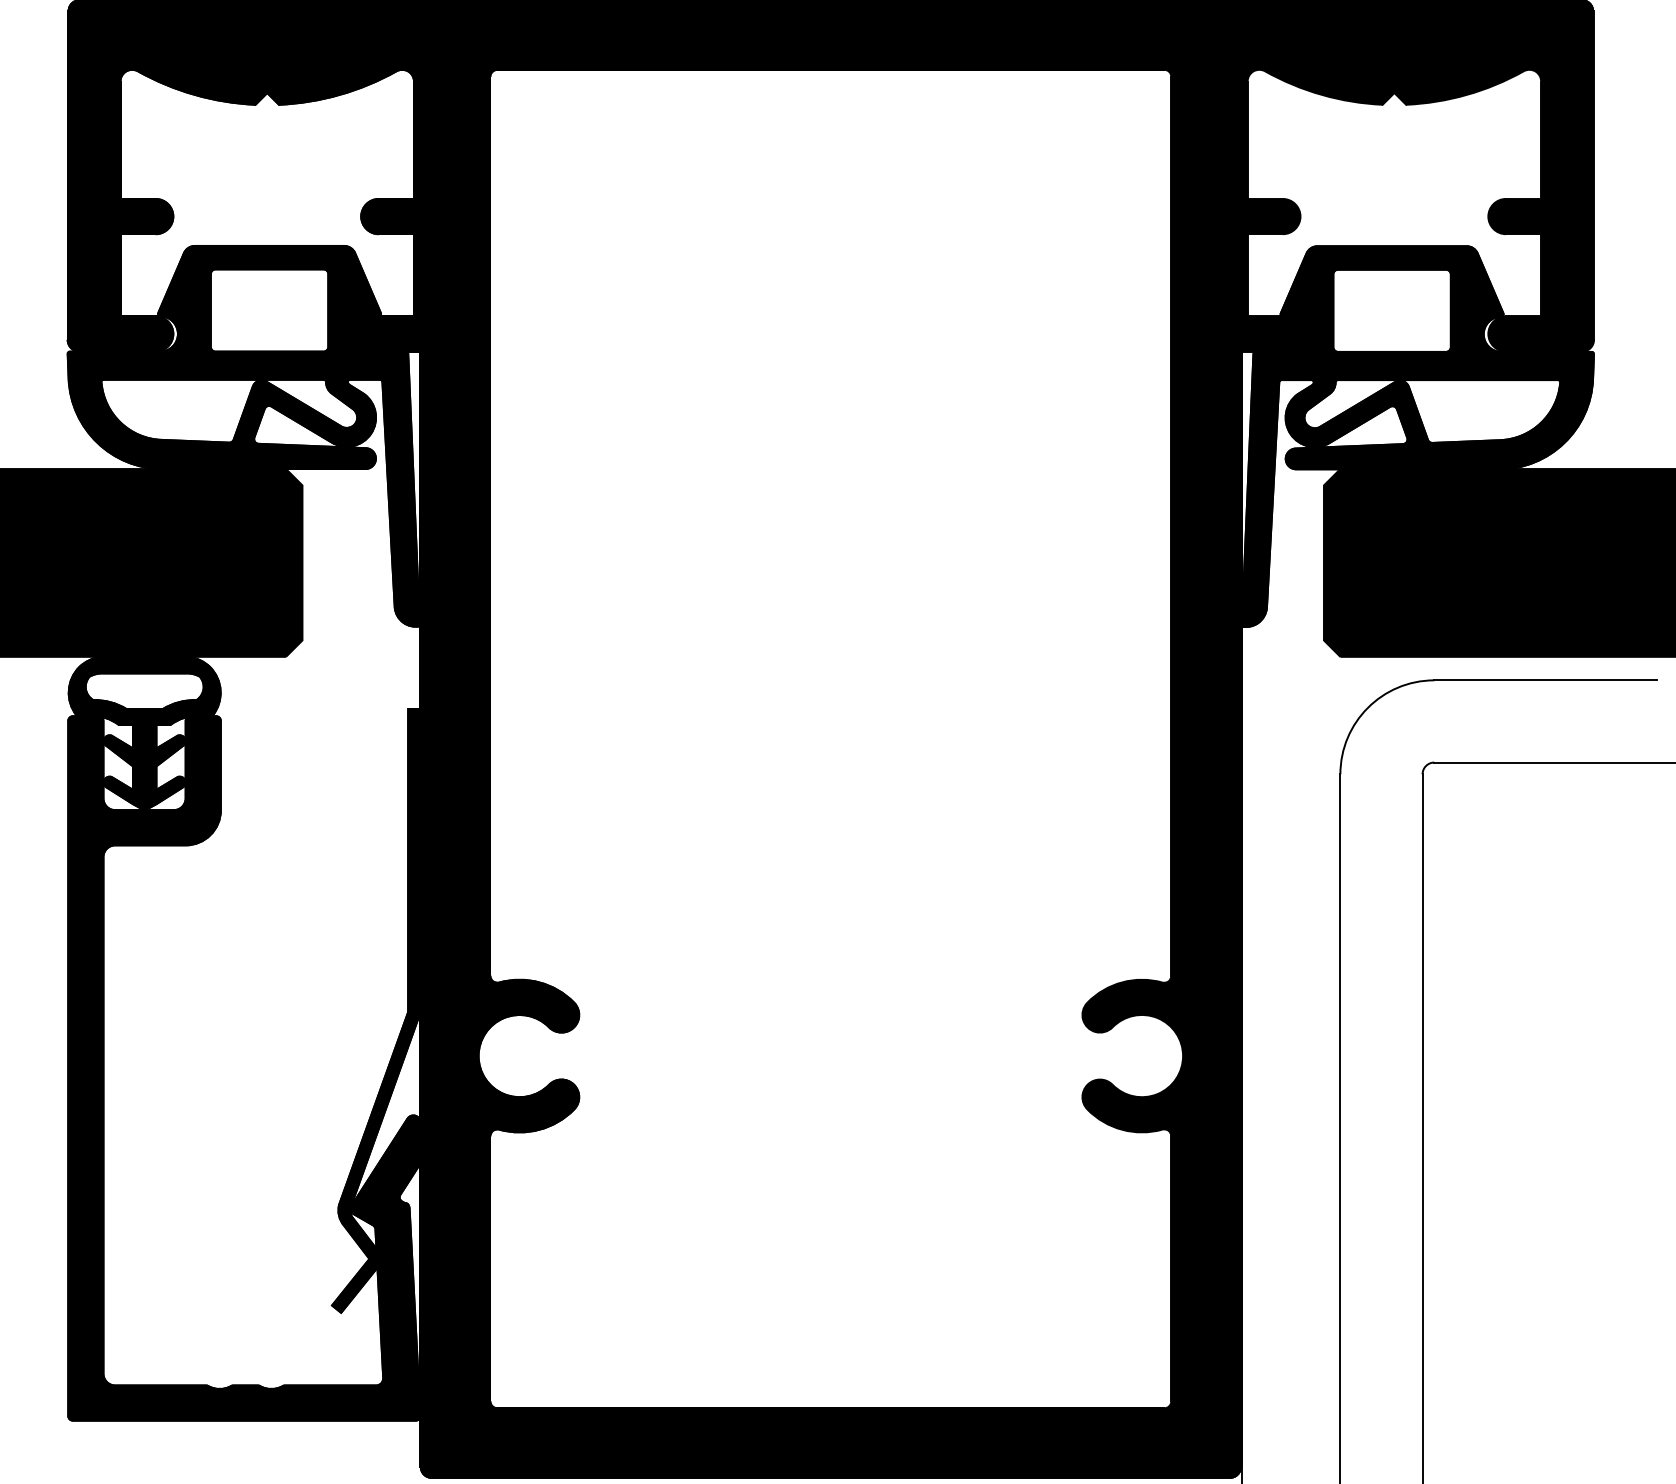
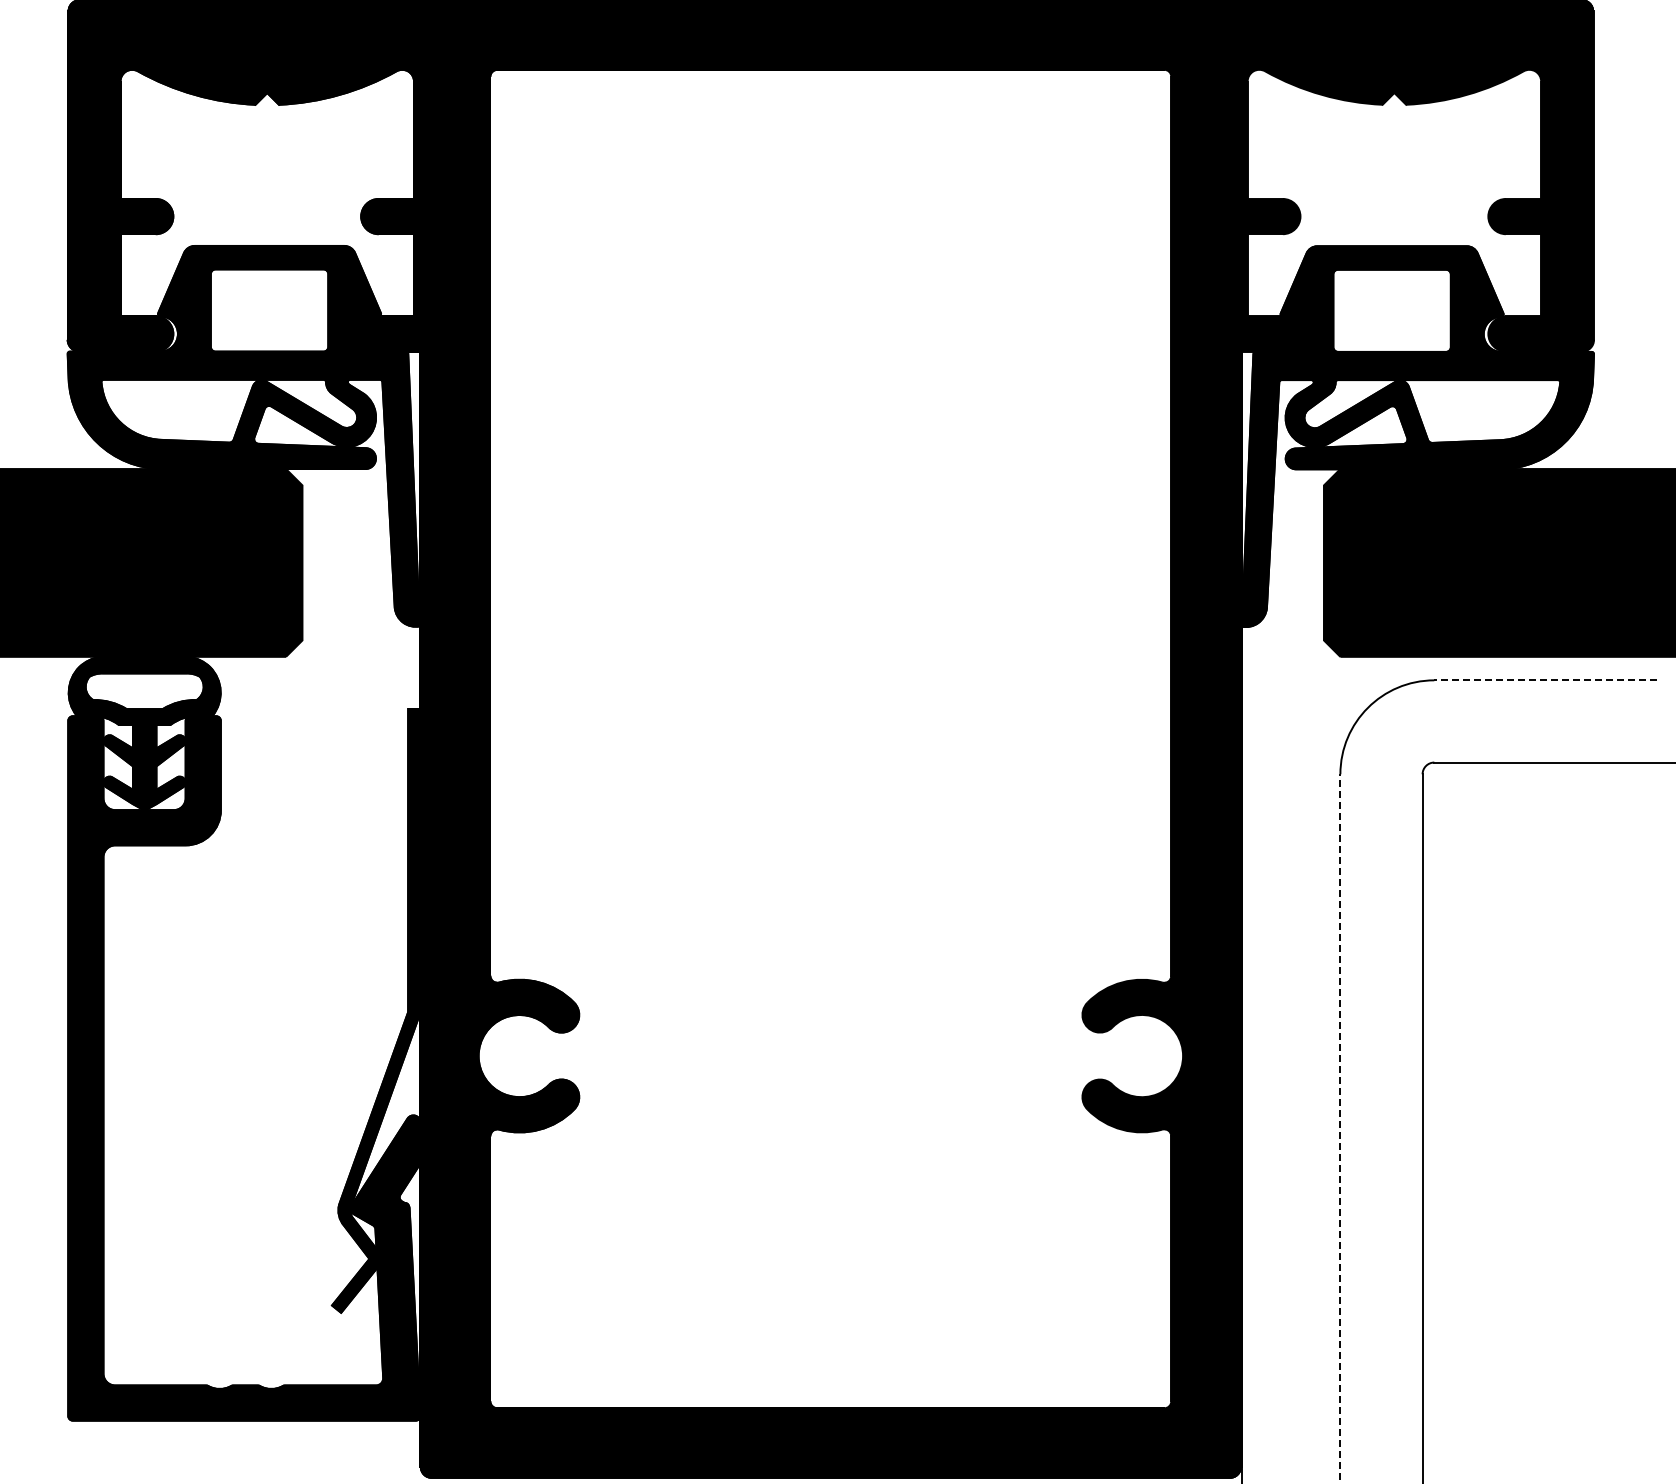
line at (1545, 680): solid -> dashed
line at (1340, 1128): solid -> dashed
